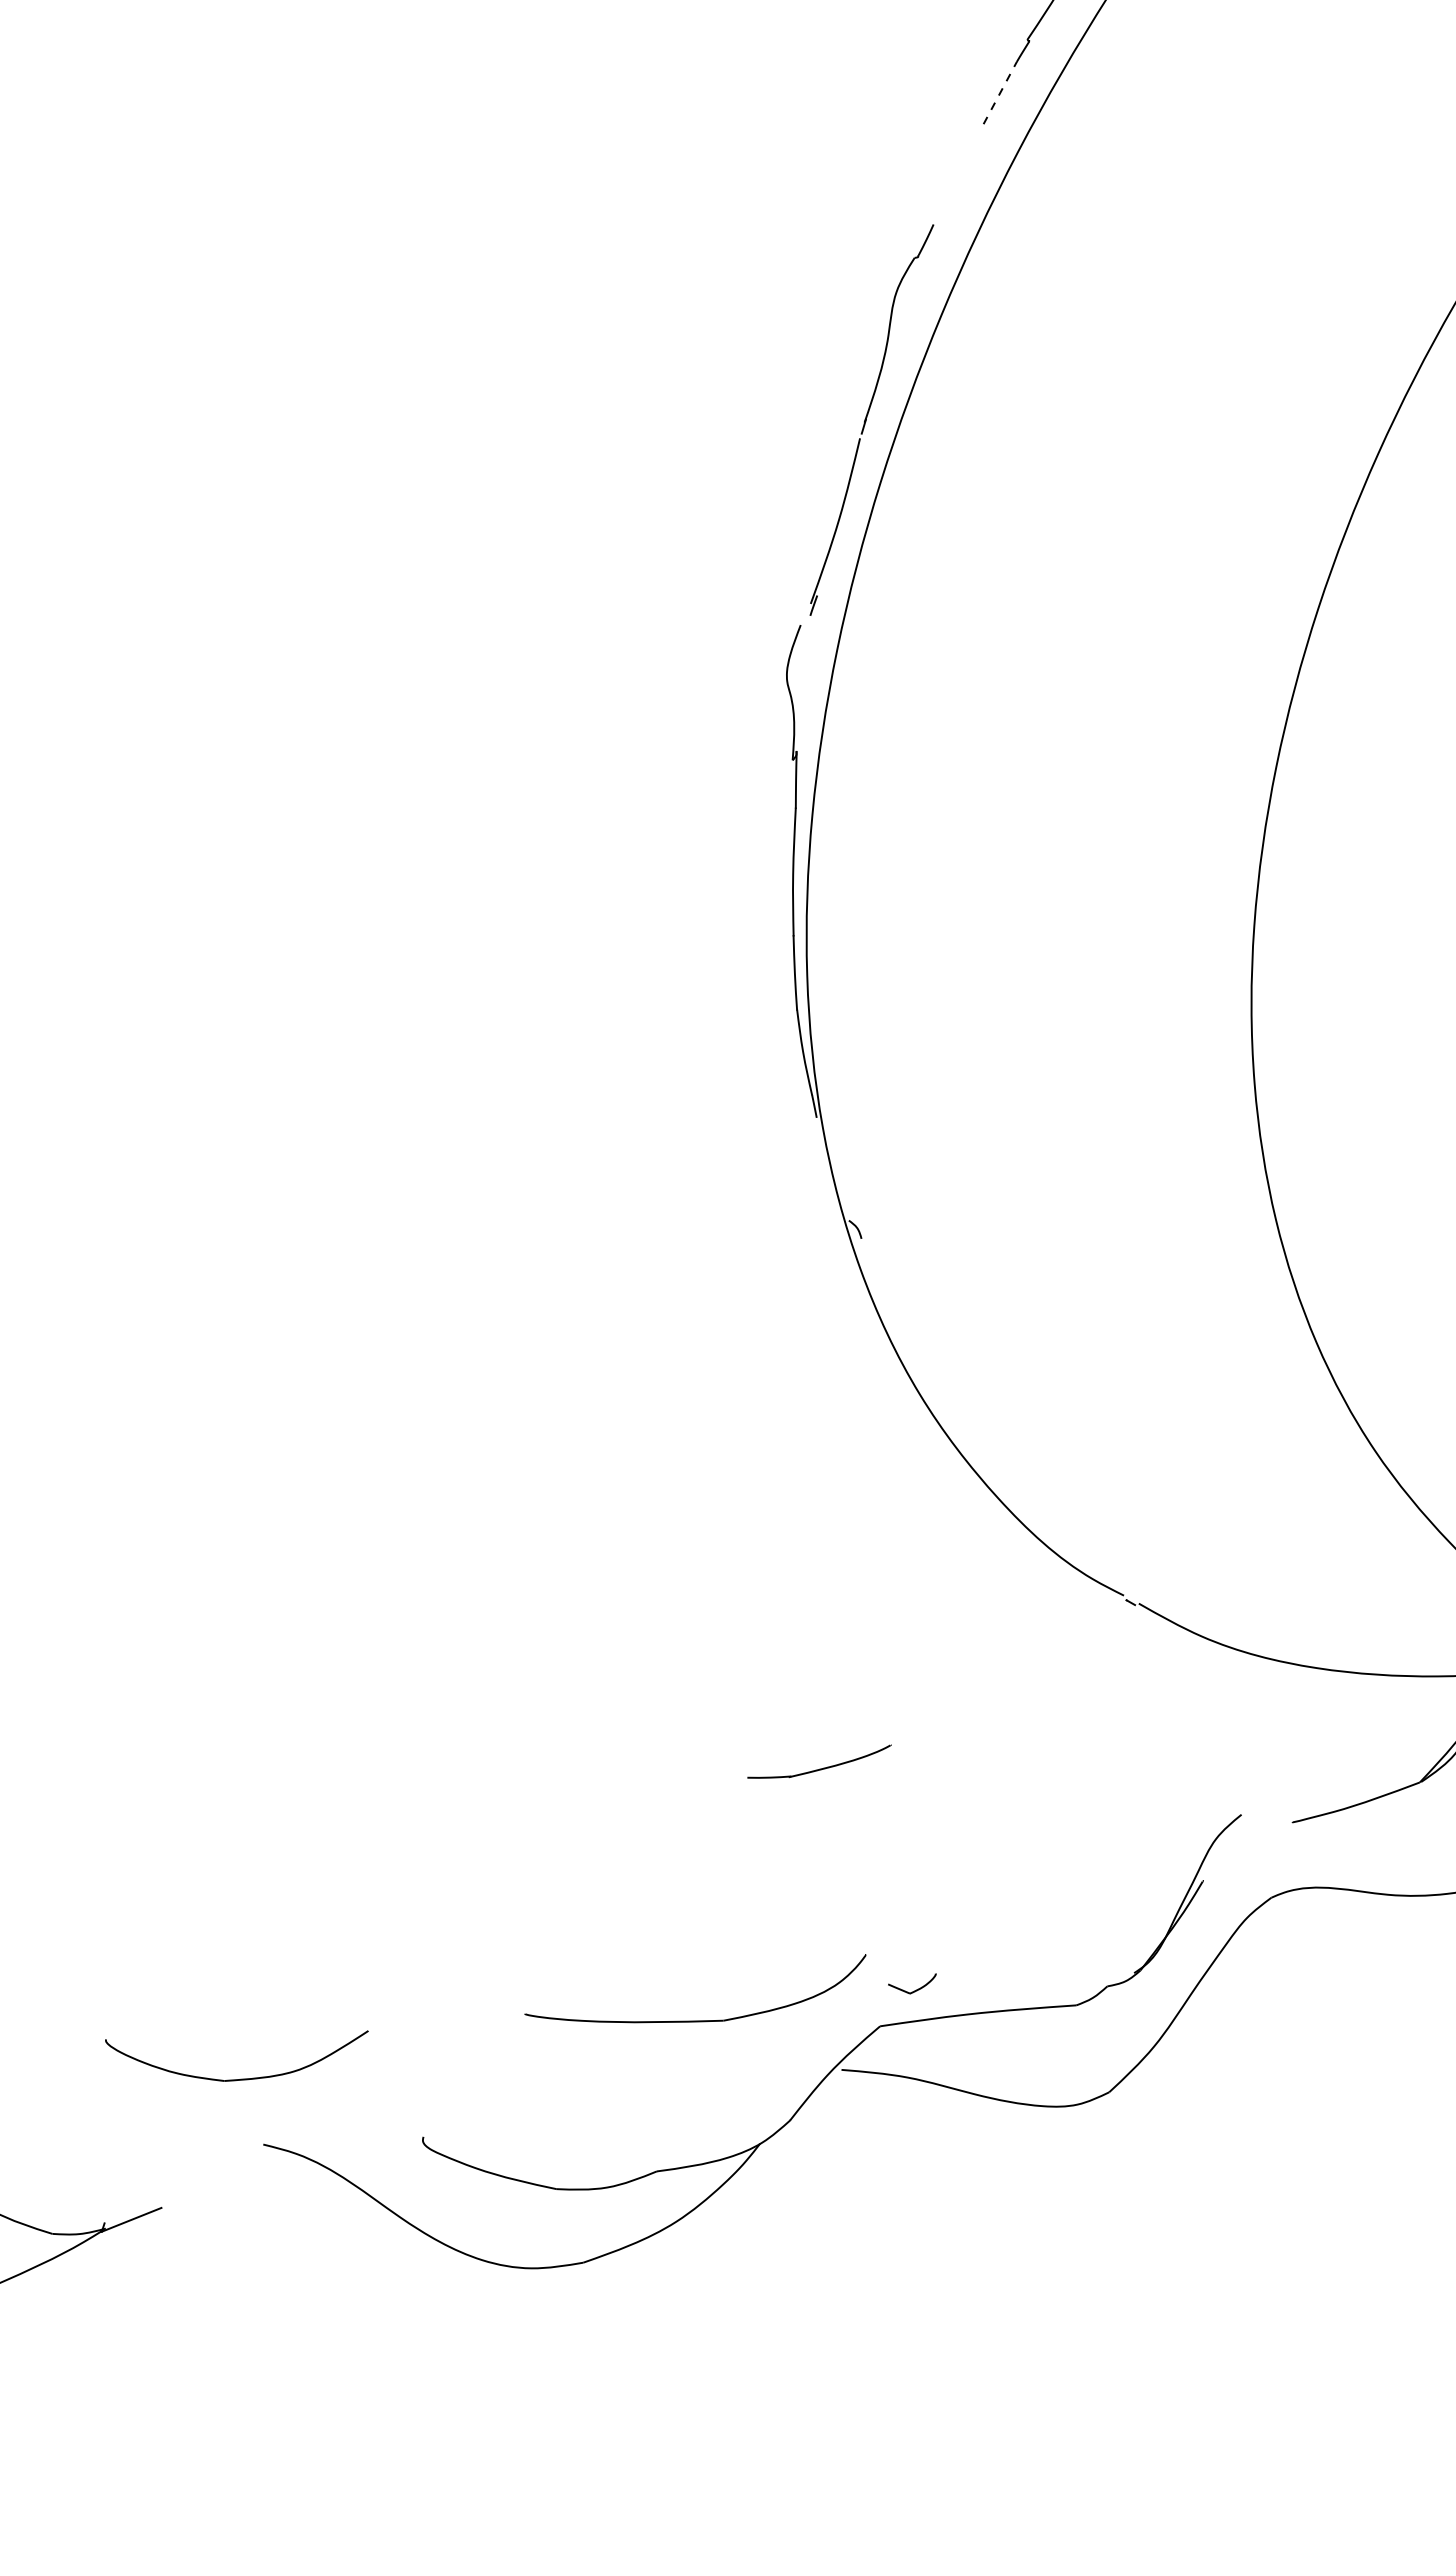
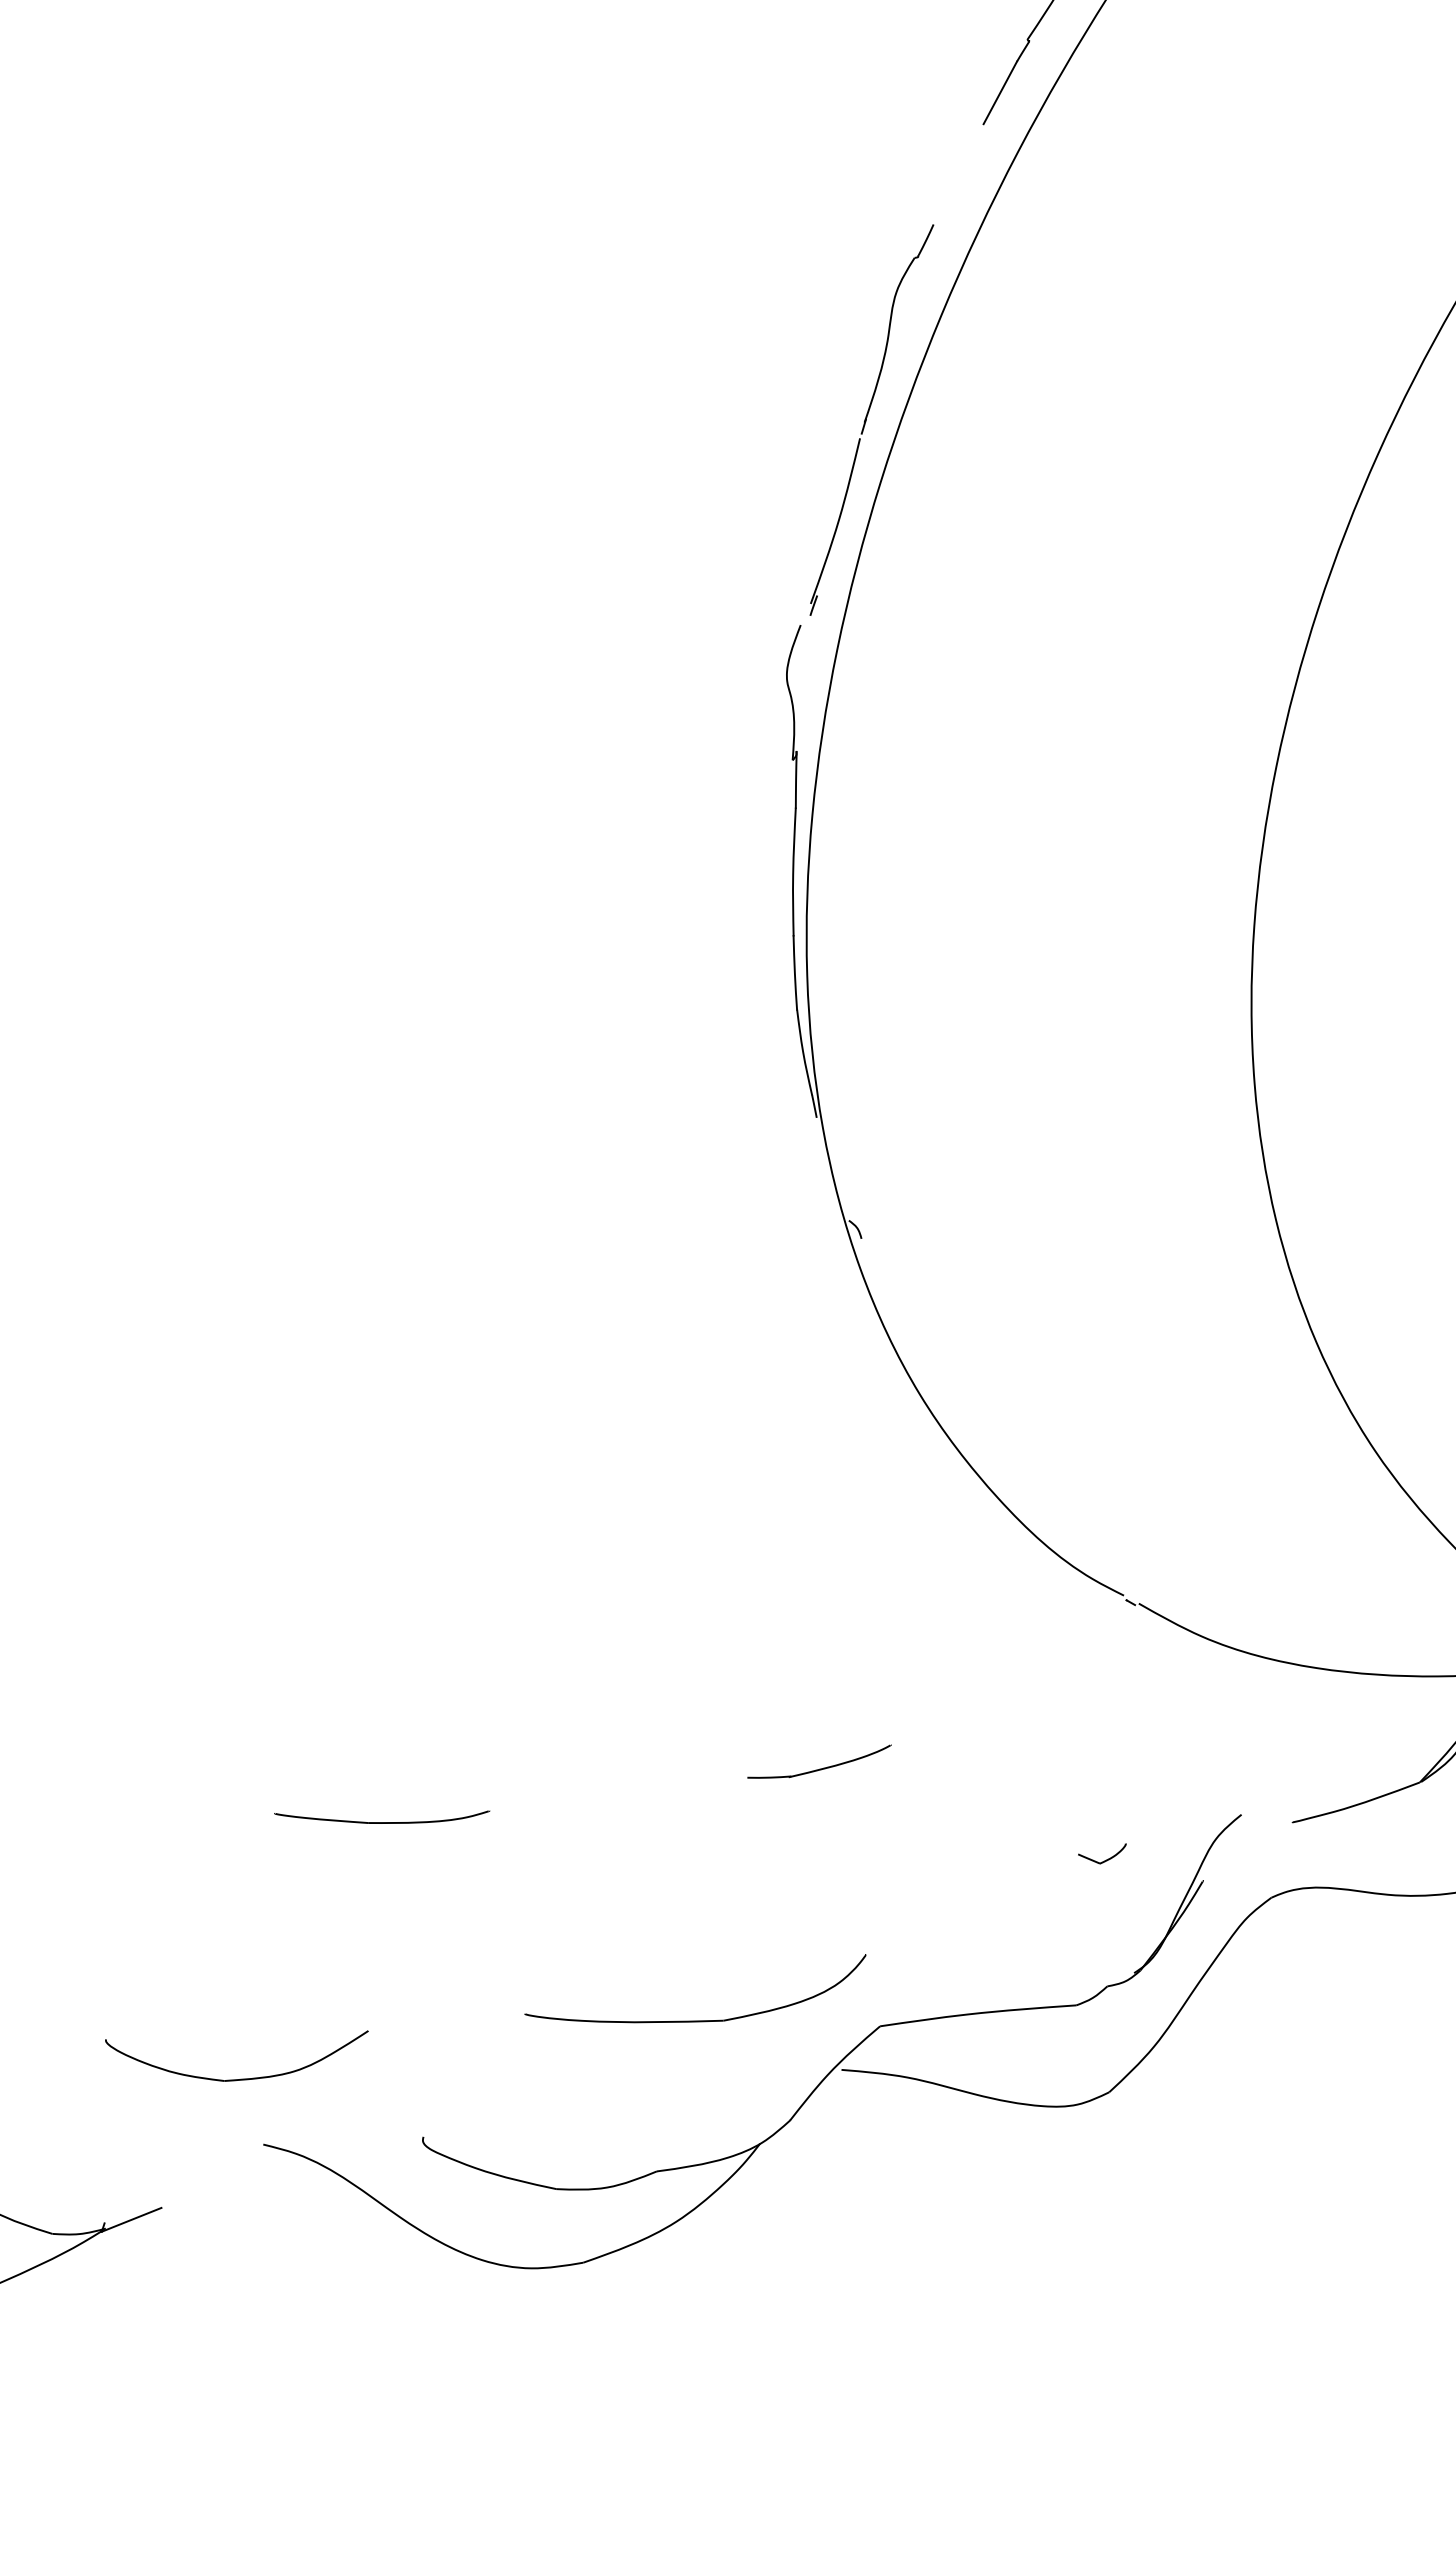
line at (1000, 92): dashed -> solid
part at (382, 1816): none -> present
part at (916, 1989) position: (916, 1989) -> (1106, 1859)
